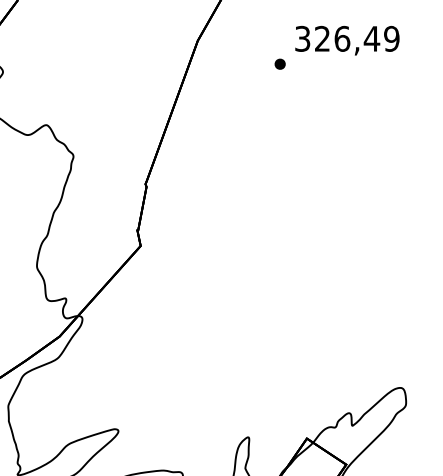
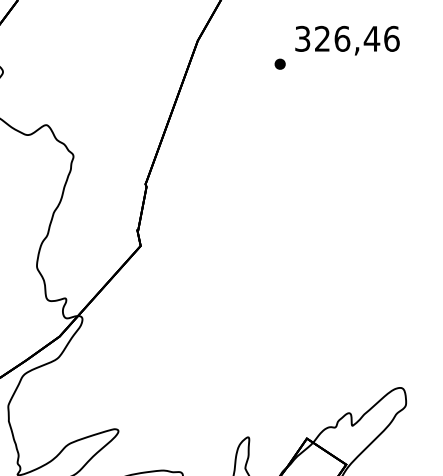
text at (391, 38): 326,49 -> 326,46
